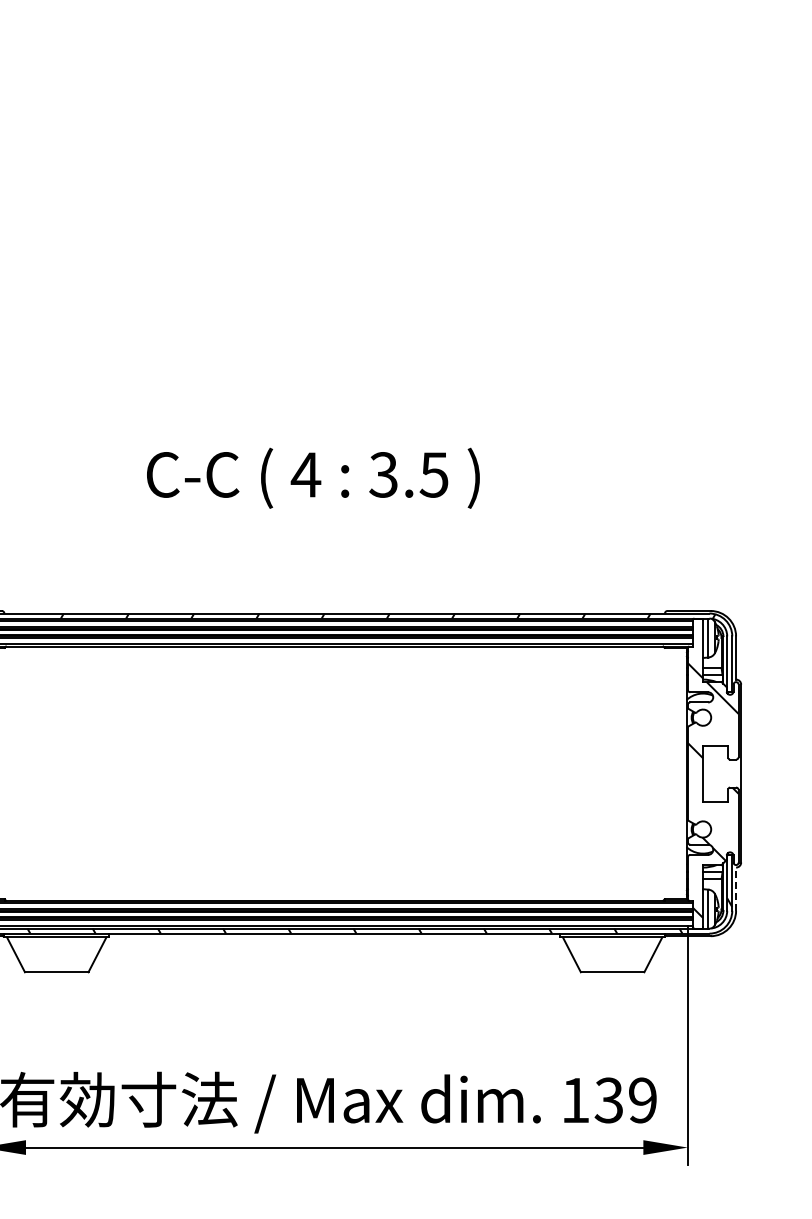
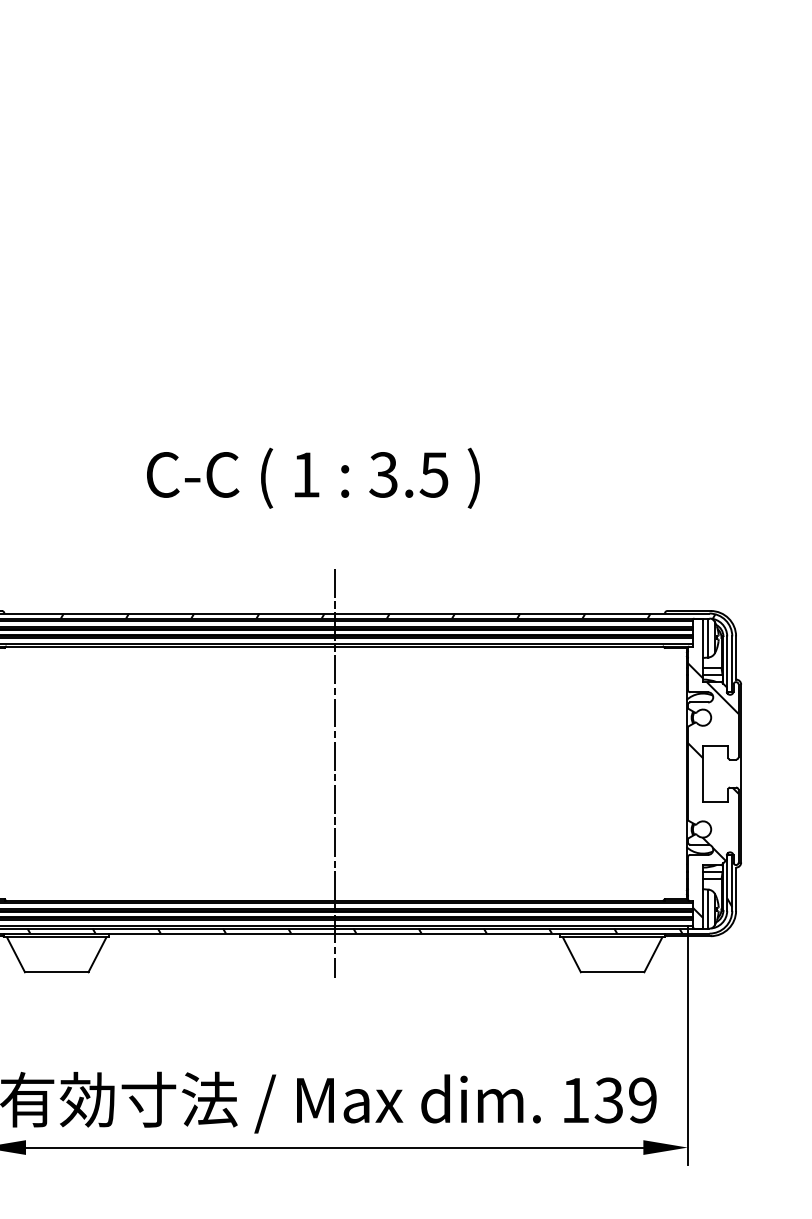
text at (305, 474): 4 -> 1
line at (334, 773): none -> present
line at (736, 889): dashed -> solid
